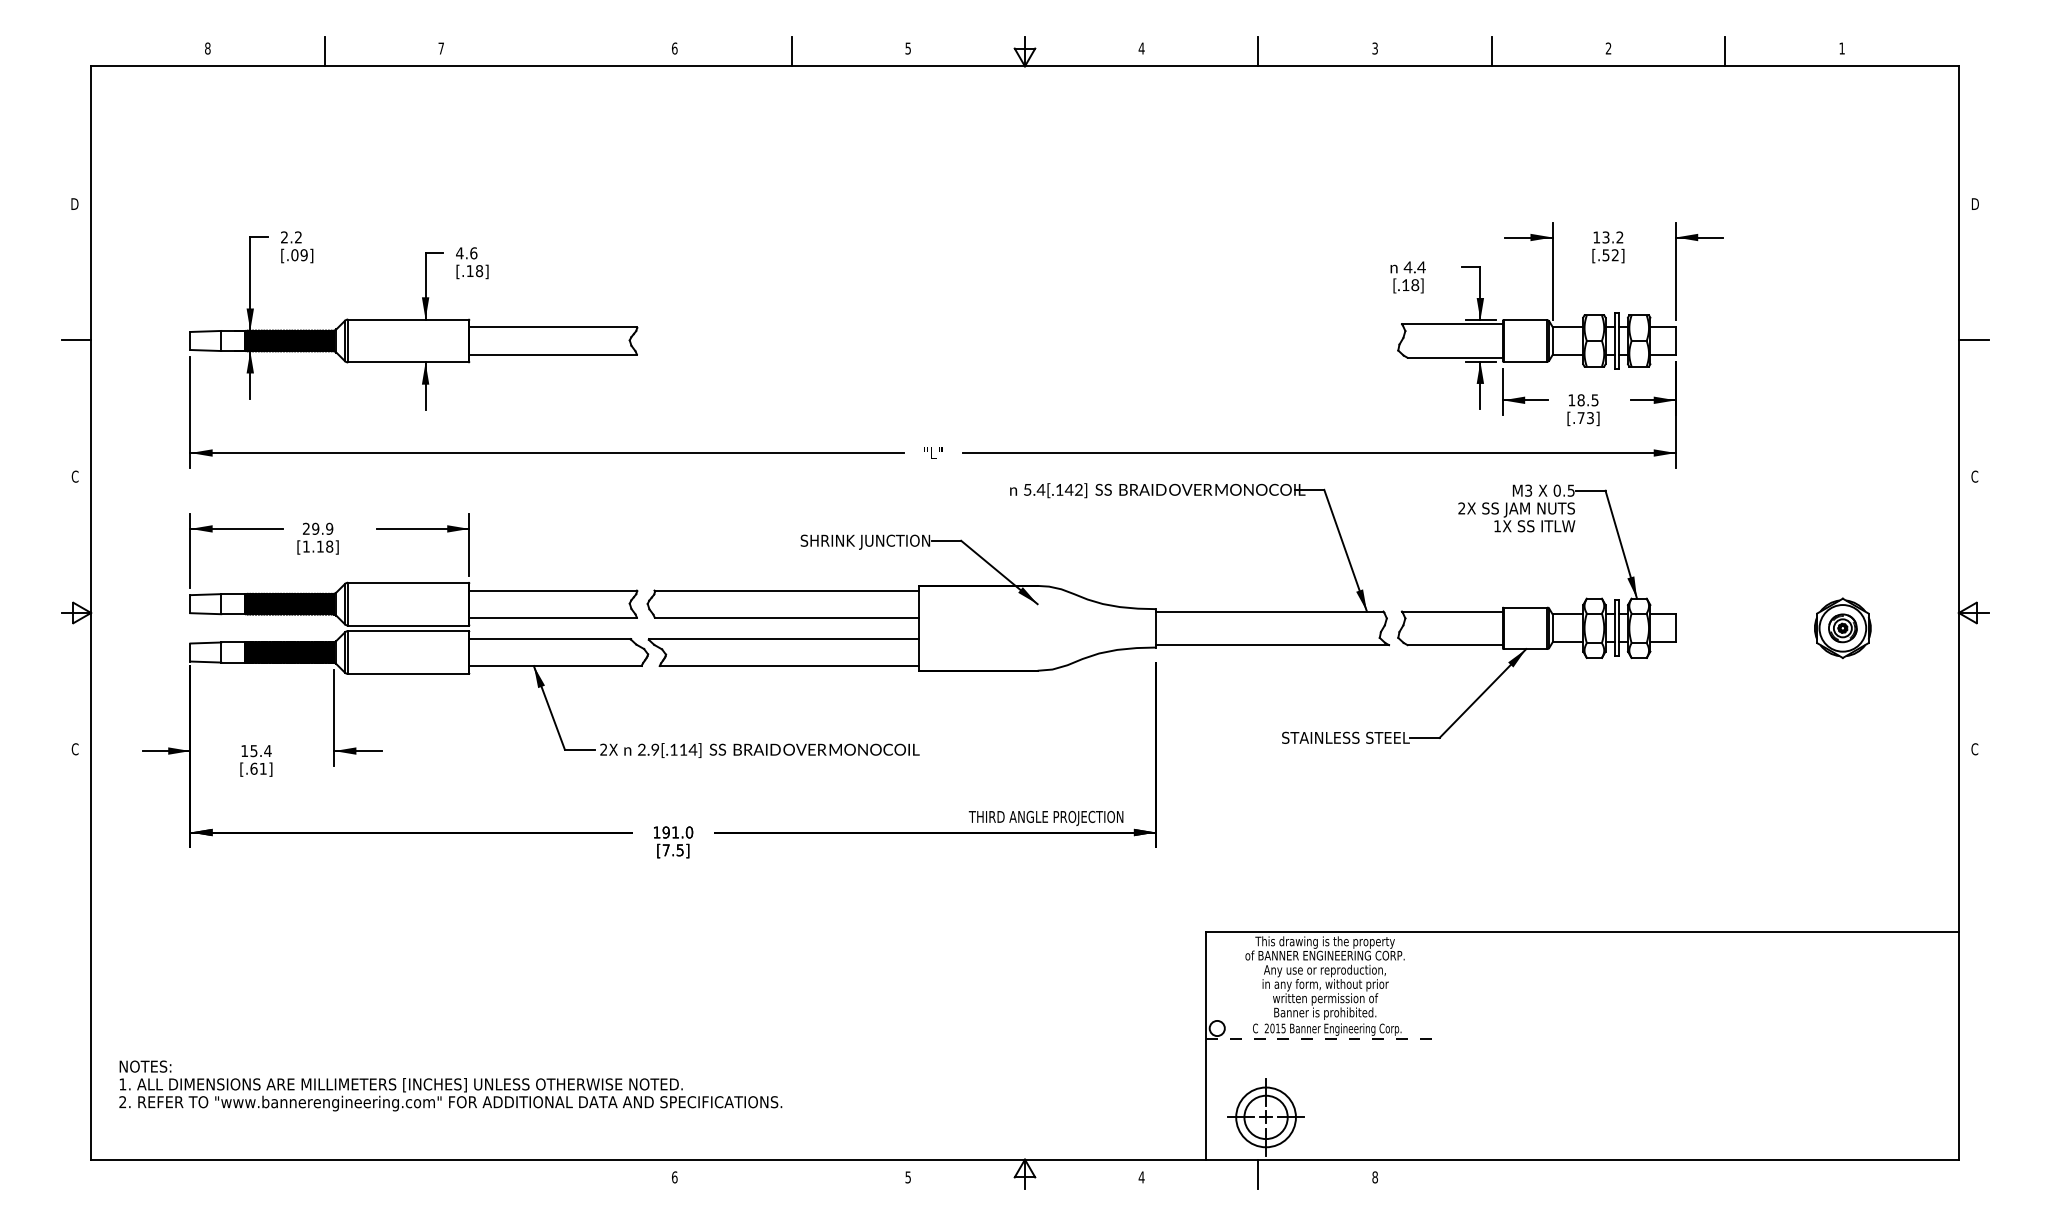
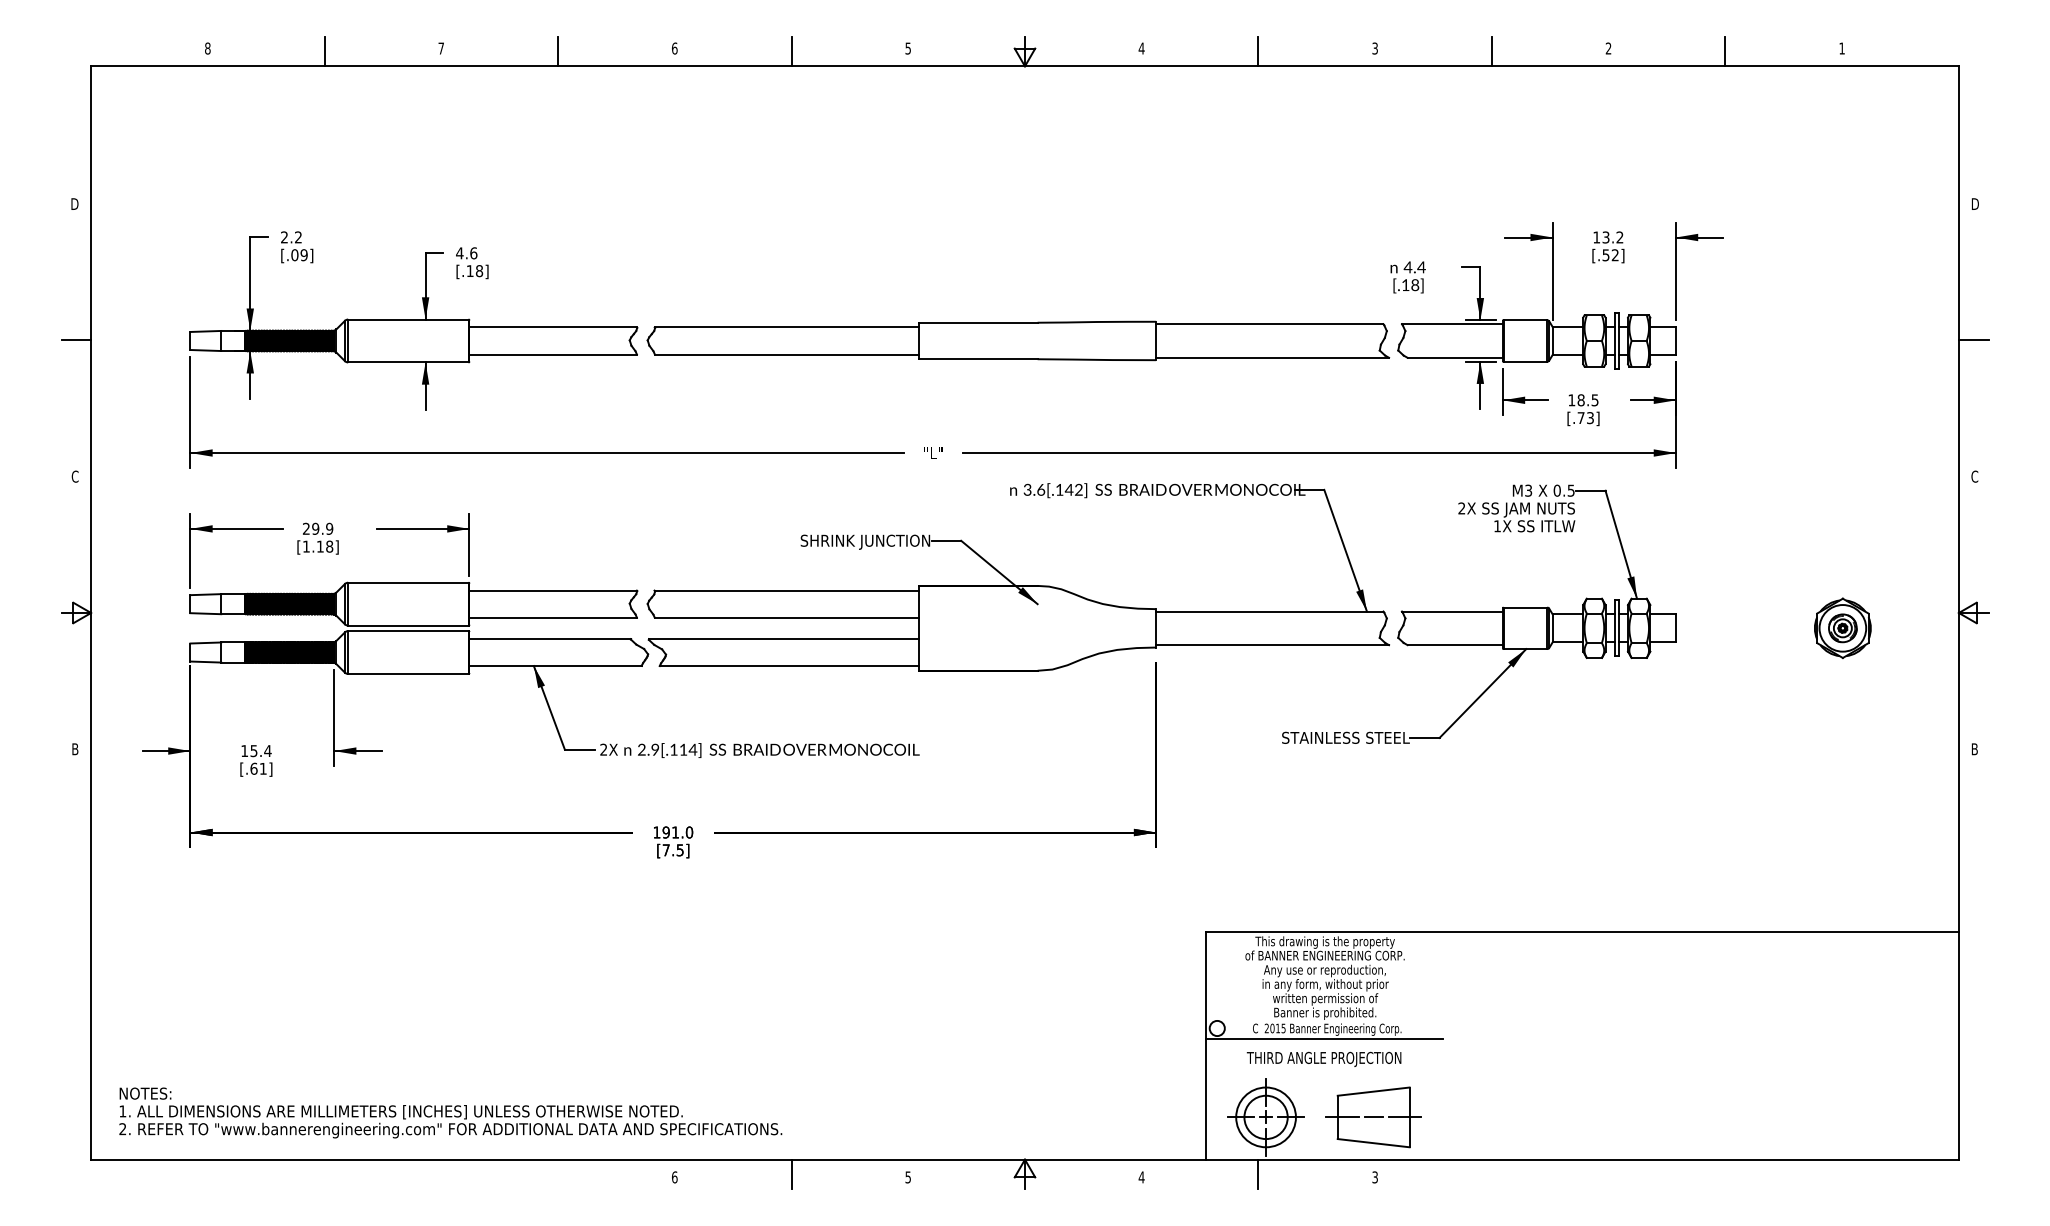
line at (558, 51): none -> present
part at (1018, 340): none -> present
text at (1034, 489): 5.4[.142] -> 3.6[.142]
text at (74, 749): C -> B
text at (1974, 749): C -> B
text at (1045, 817) position: (1045, 817) -> (1323, 1058)
line at (1324, 1038): dashed -> solid
text at (450, 1085) position: (450, 1085) -> (450, 1112)
part at (1373, 1117): none -> present
line at (791, 1174): none -> present
text at (1374, 1177): 8 -> 3
